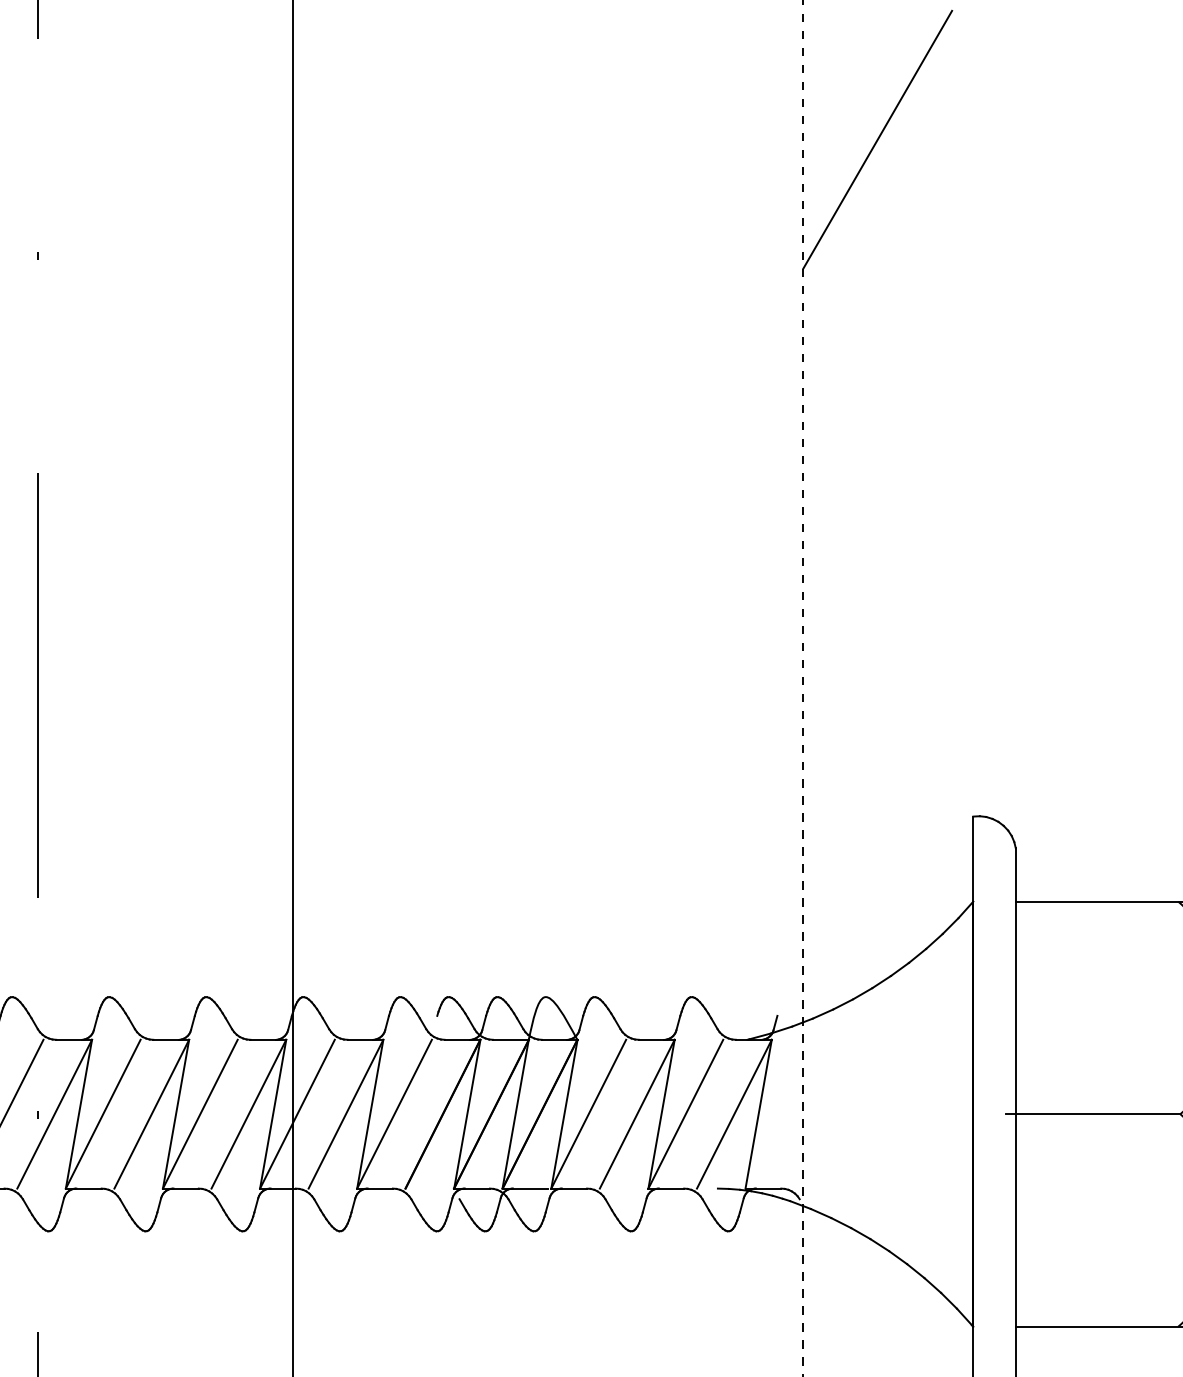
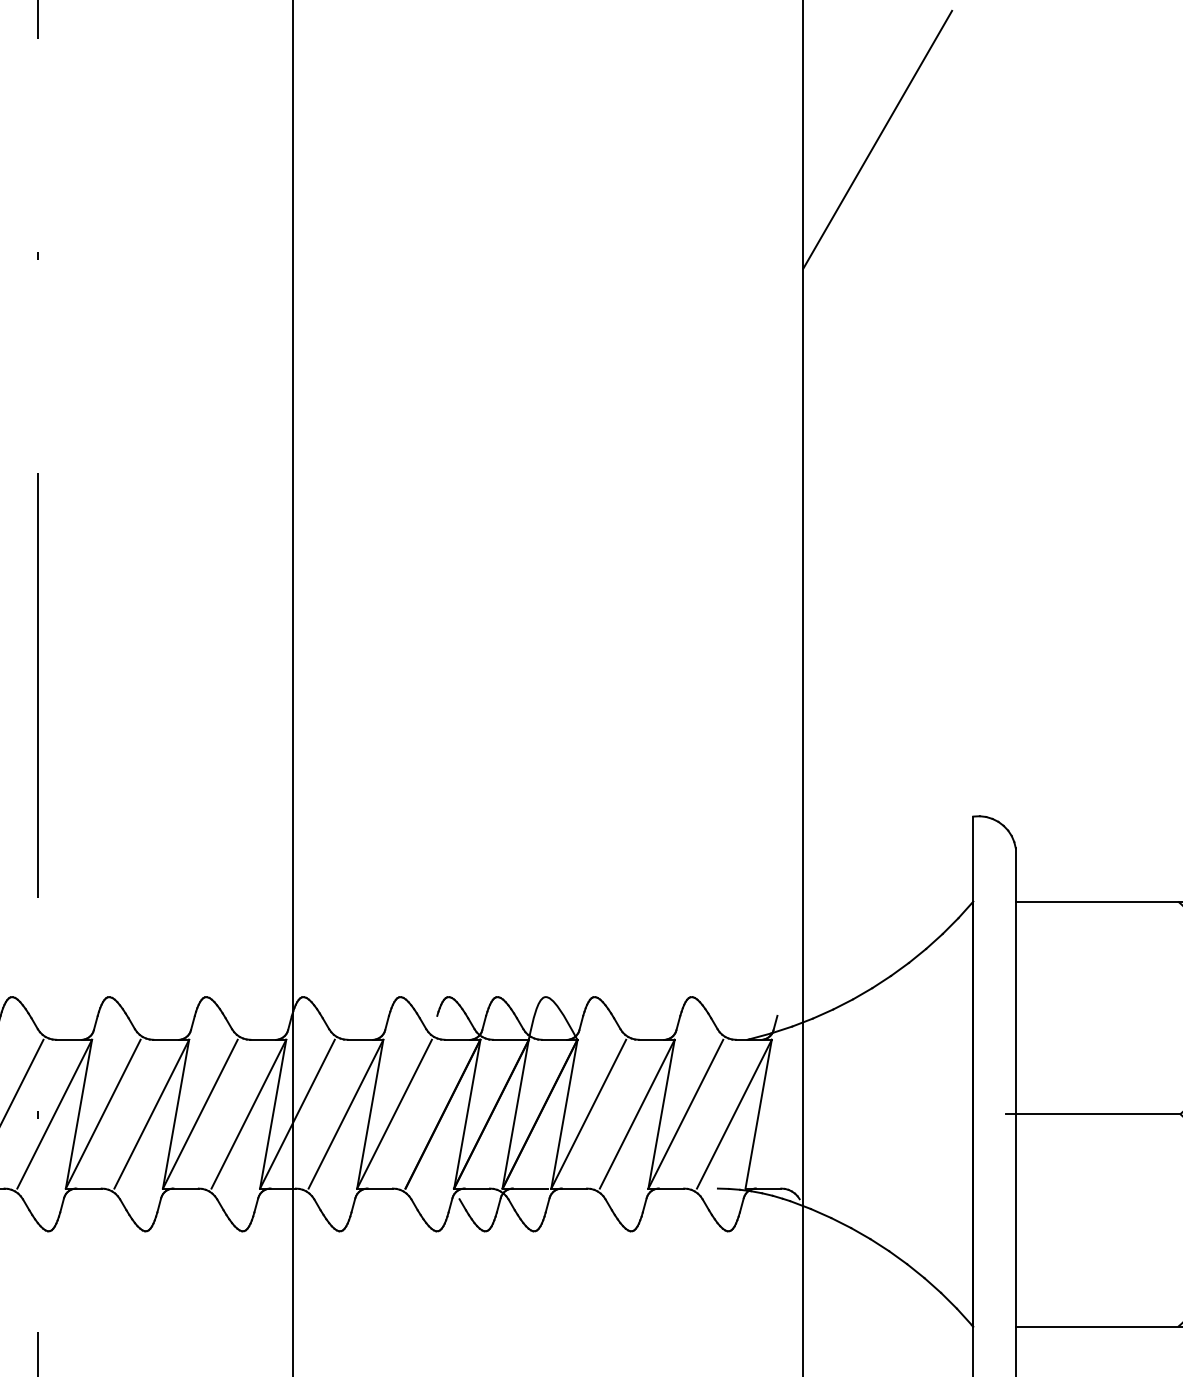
line at (803, 688): dashed -> solid
